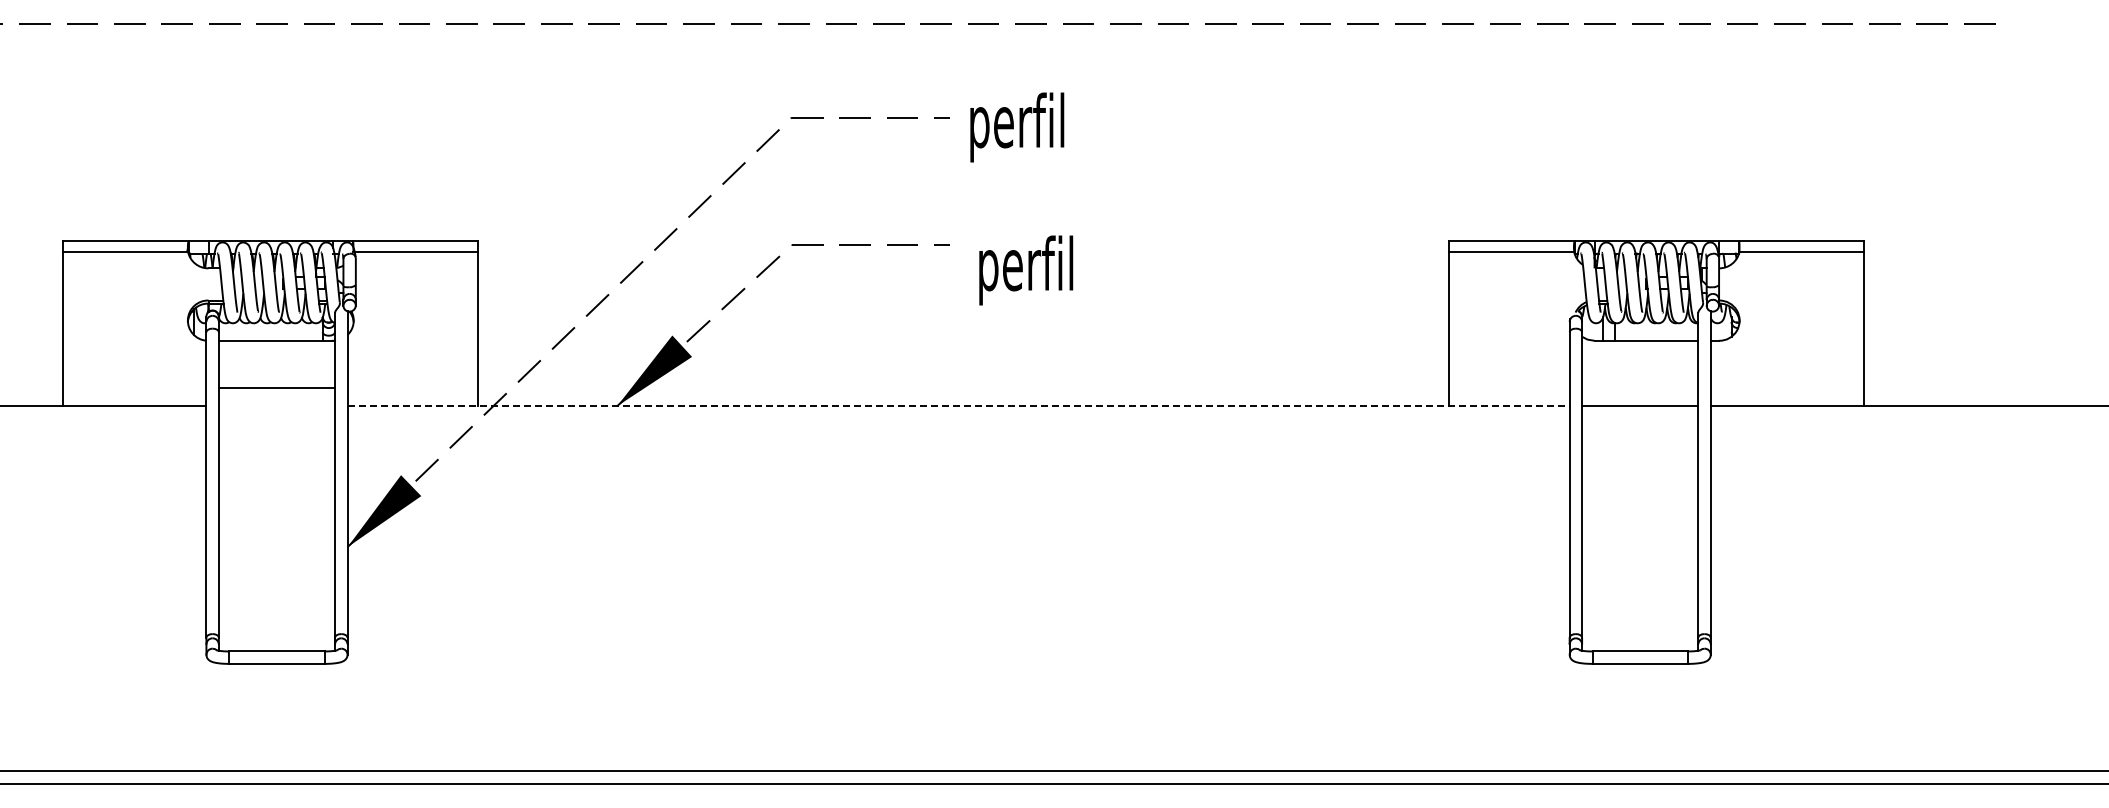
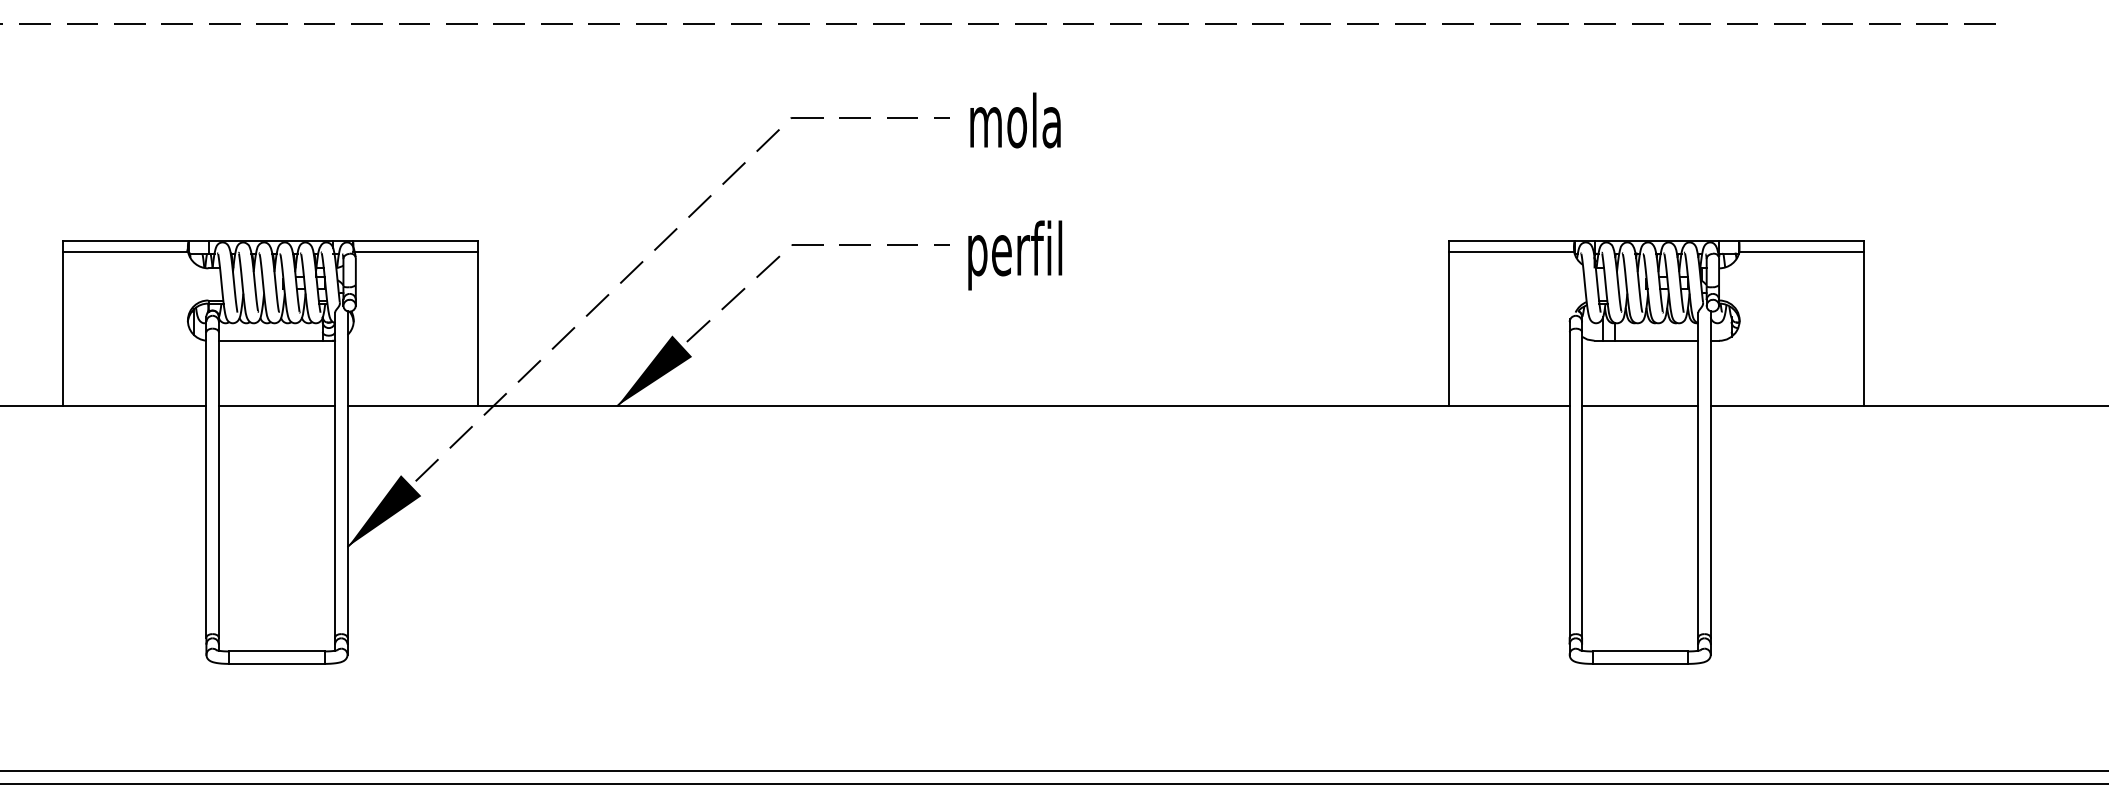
text at (1017, 127): perfil -> mola
text at (1026, 270) position: (1026, 270) -> (1015, 255)
line at (276, 388) position: (276, 388) -> (276, 406)
line at (959, 406): dashed -> solid
